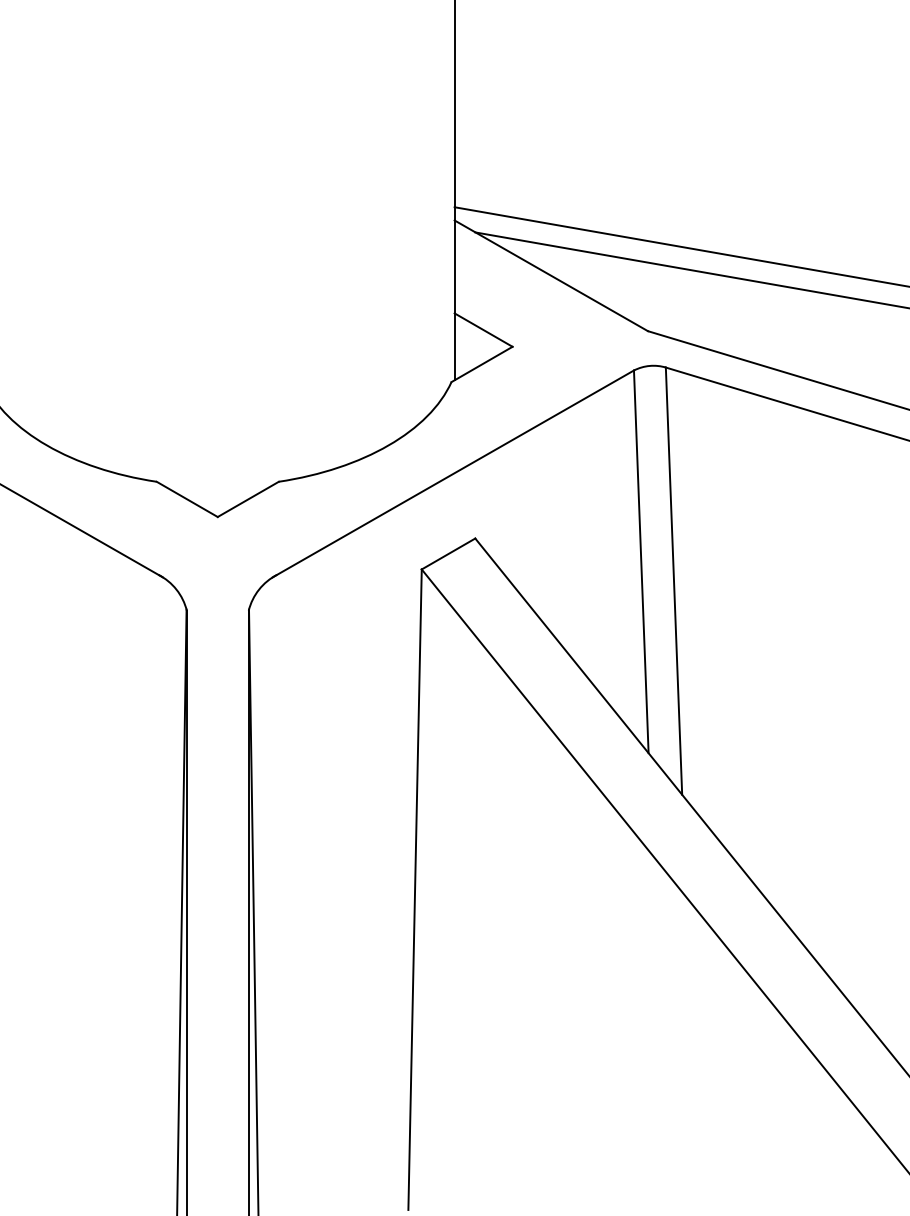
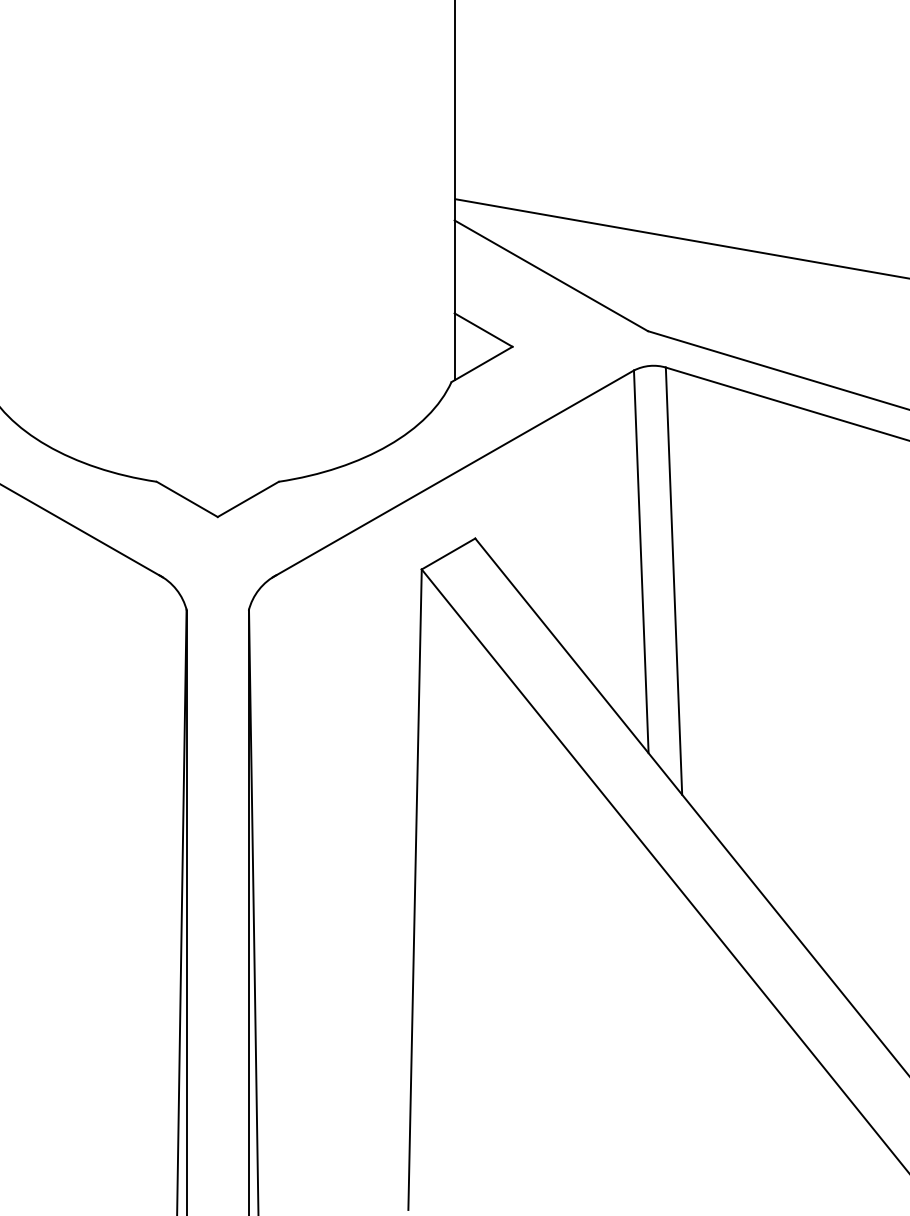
line at (680, 246) position: (680, 246) -> (680, 238)
line at (690, 269): present -> none
